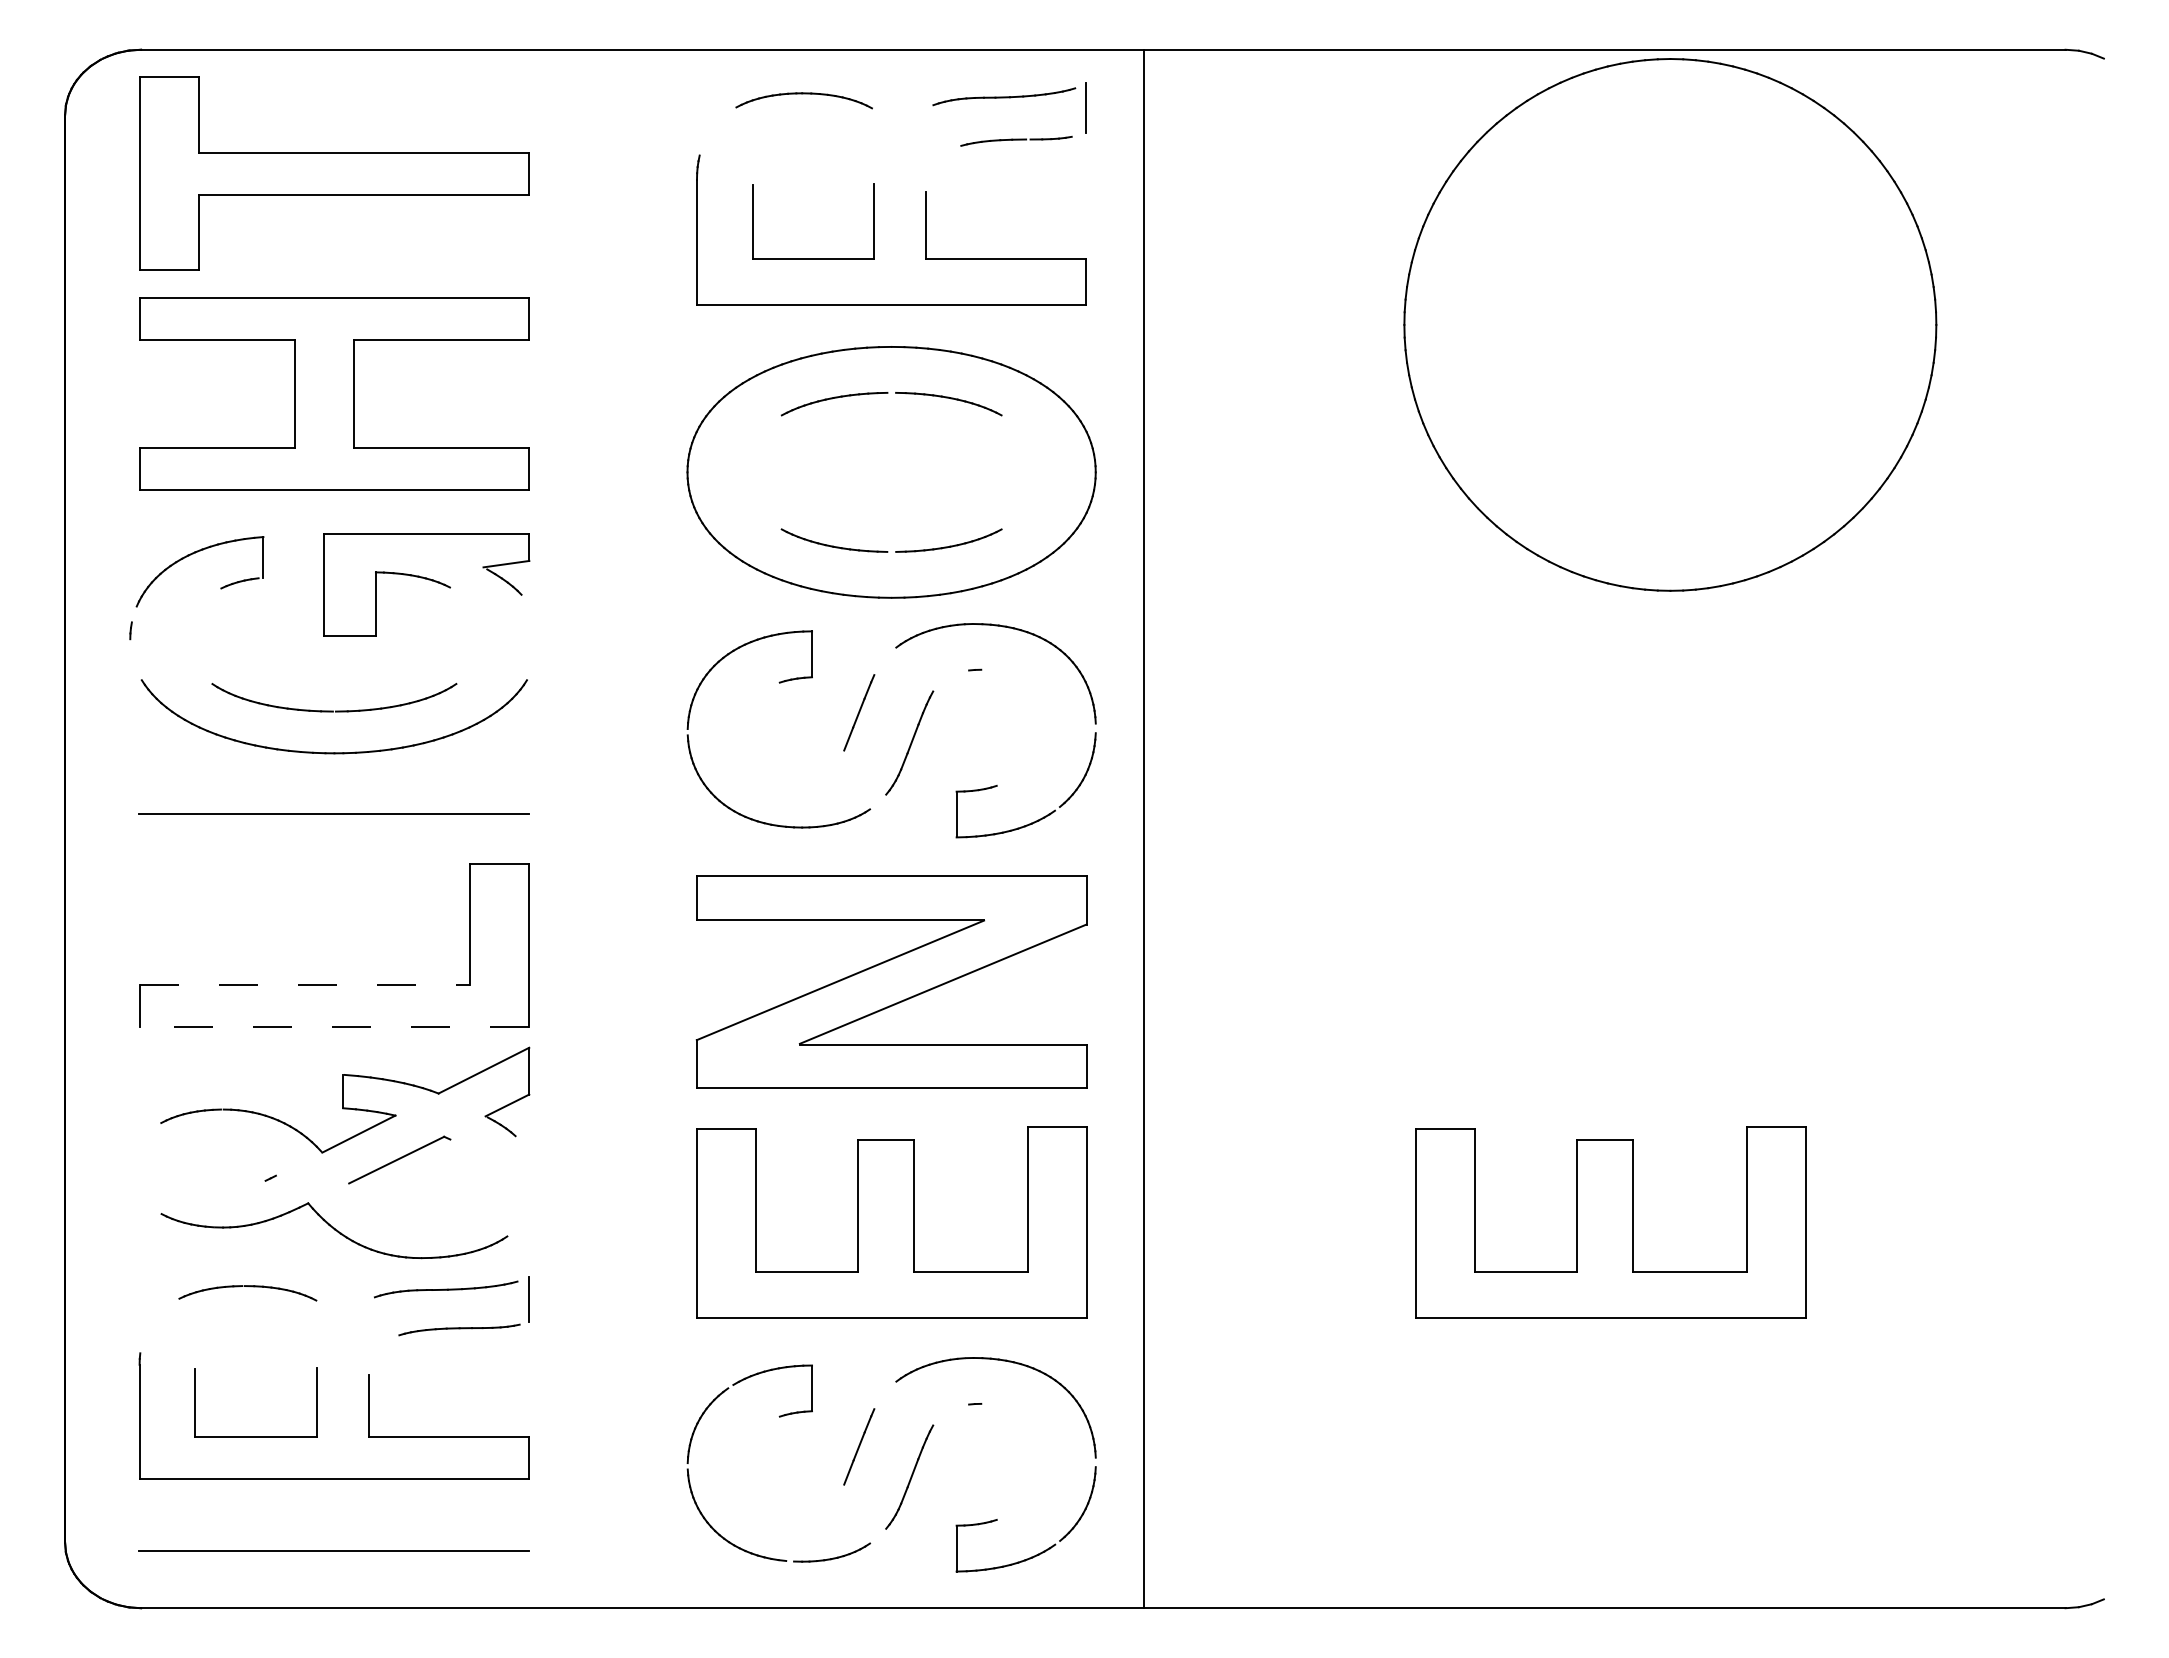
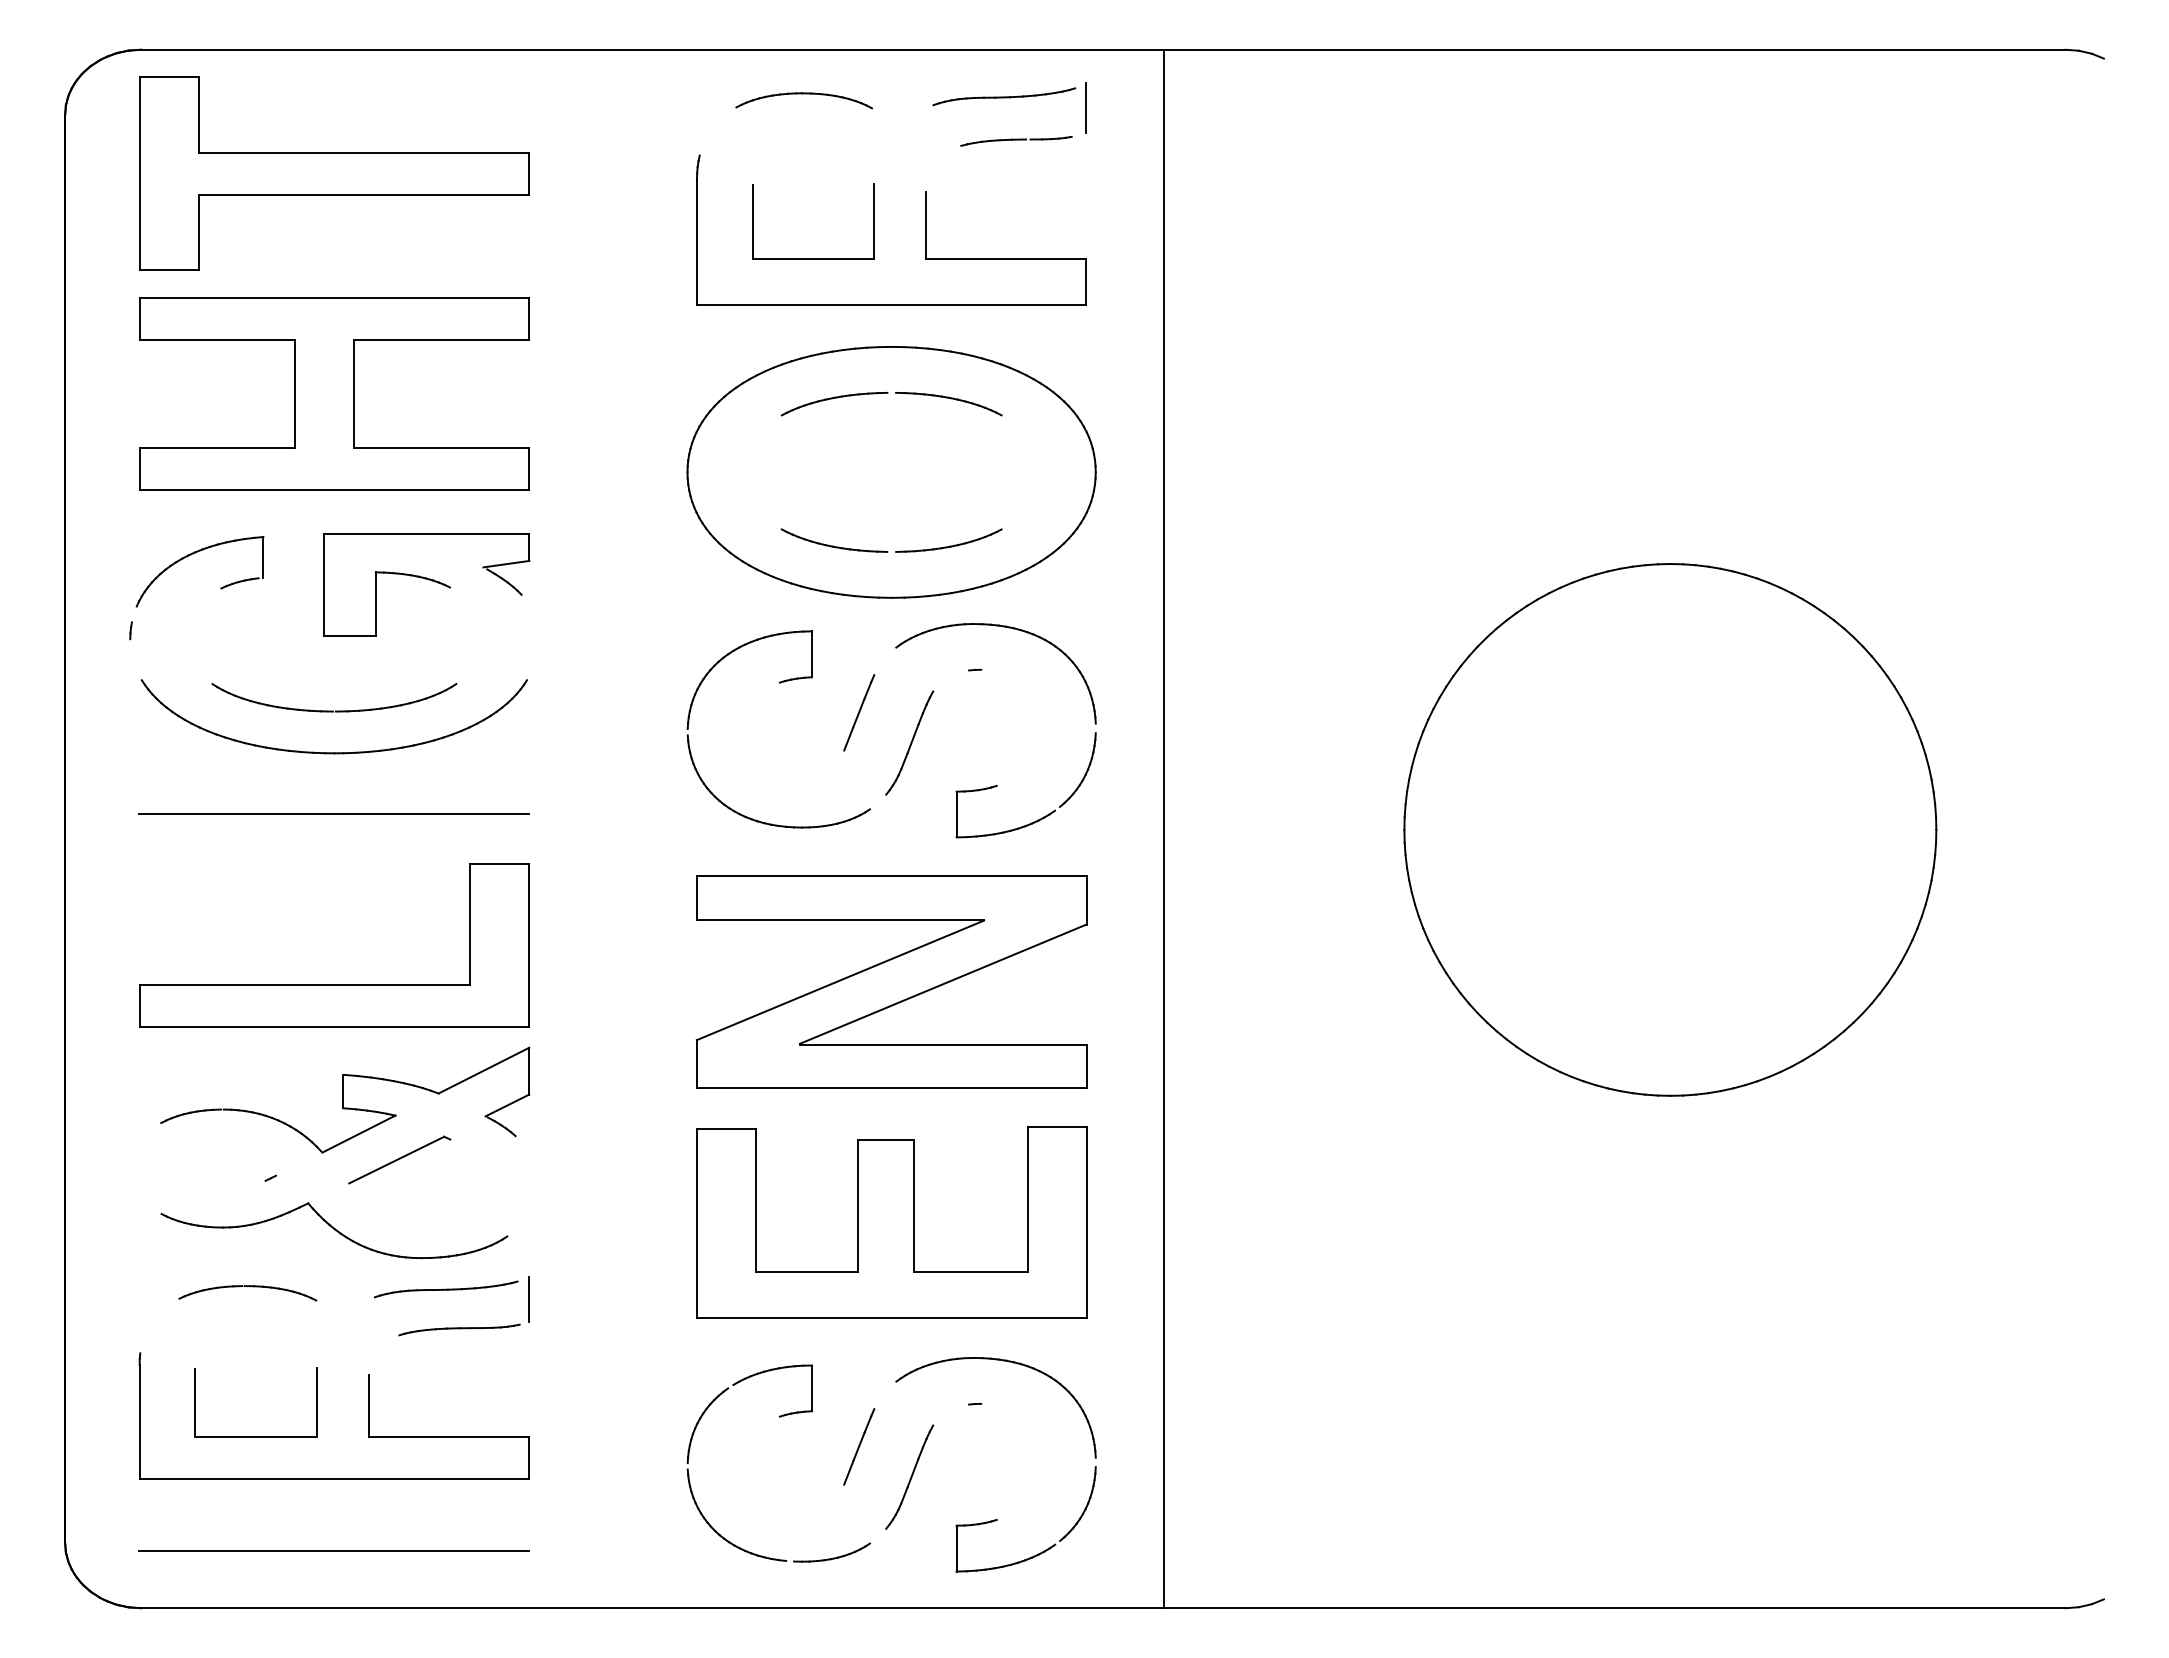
part at (1670, 324) position: (1670, 324) -> (1670, 829)
line at (1143, 828) position: (1143, 828) -> (1163, 828)
line at (305, 985): dashed -> solid
line at (334, 1026): dashed -> solid
part at (1610, 1222): present -> none
